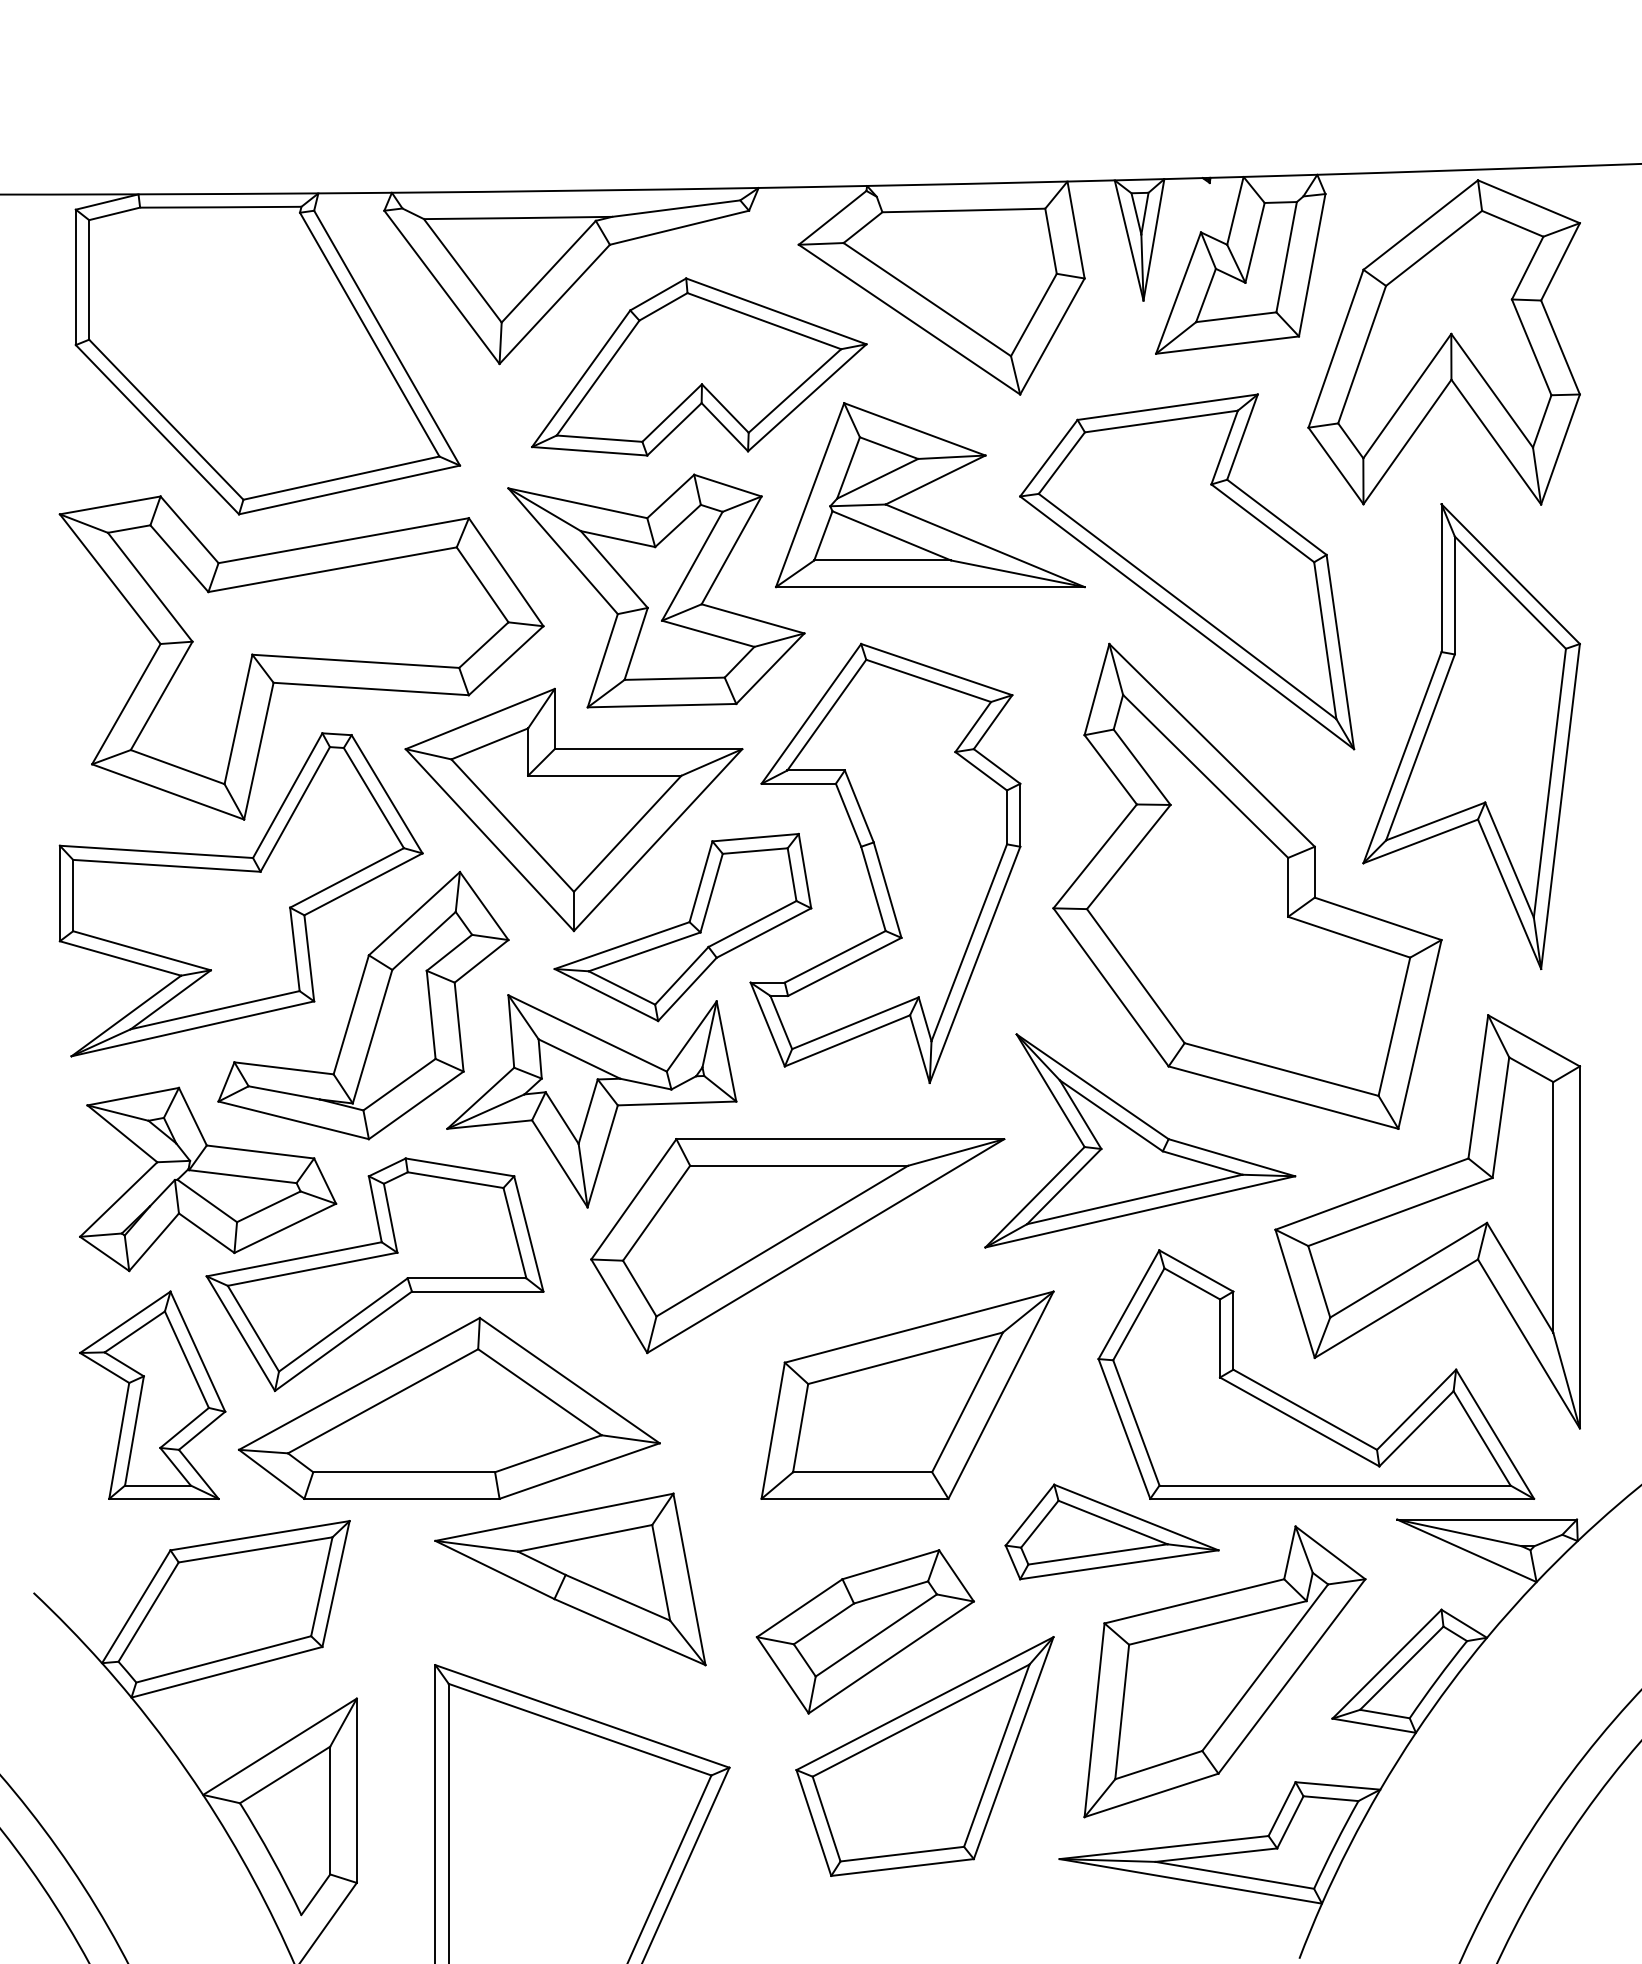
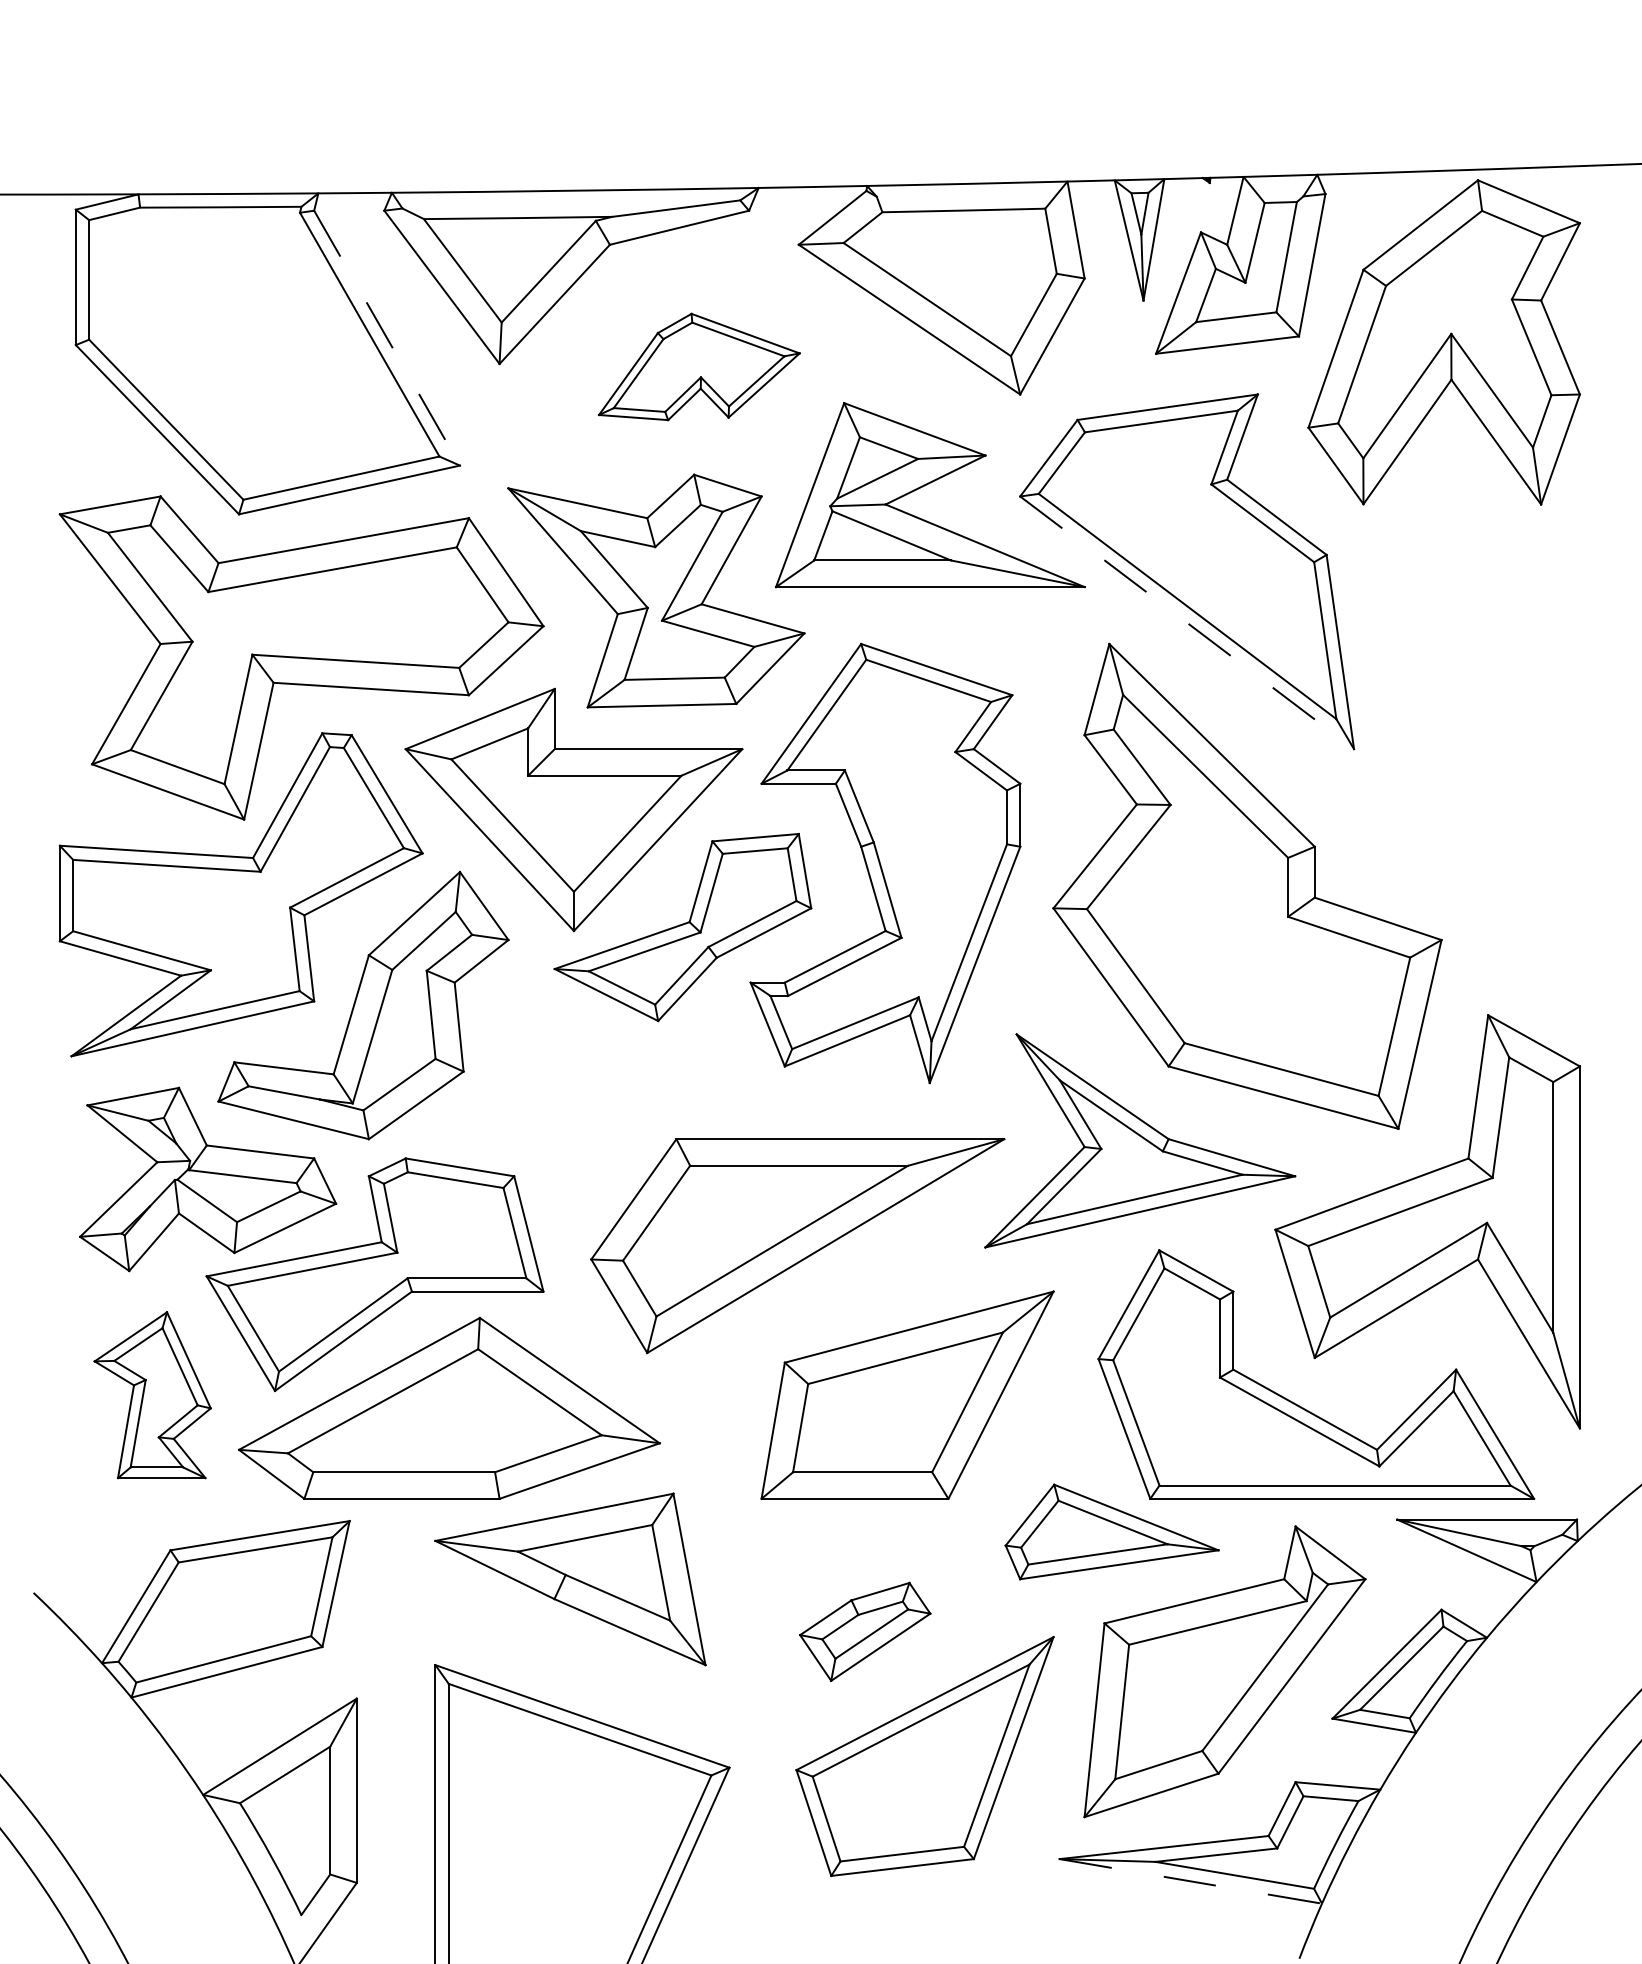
line at (387, 338): solid -> dashed
part at (699, 366) size: 337x180 px -> 203x110 px
line at (1187, 623): solid -> dashed
part at (1471, 736): present -> none
part at (591, 1101): present -> none
part at (152, 1394) size: 148x210 px -> 119x169 px
part at (864, 1631) size: 220x166 px -> 133x101 px
line at (1191, 1881): solid -> dashed
